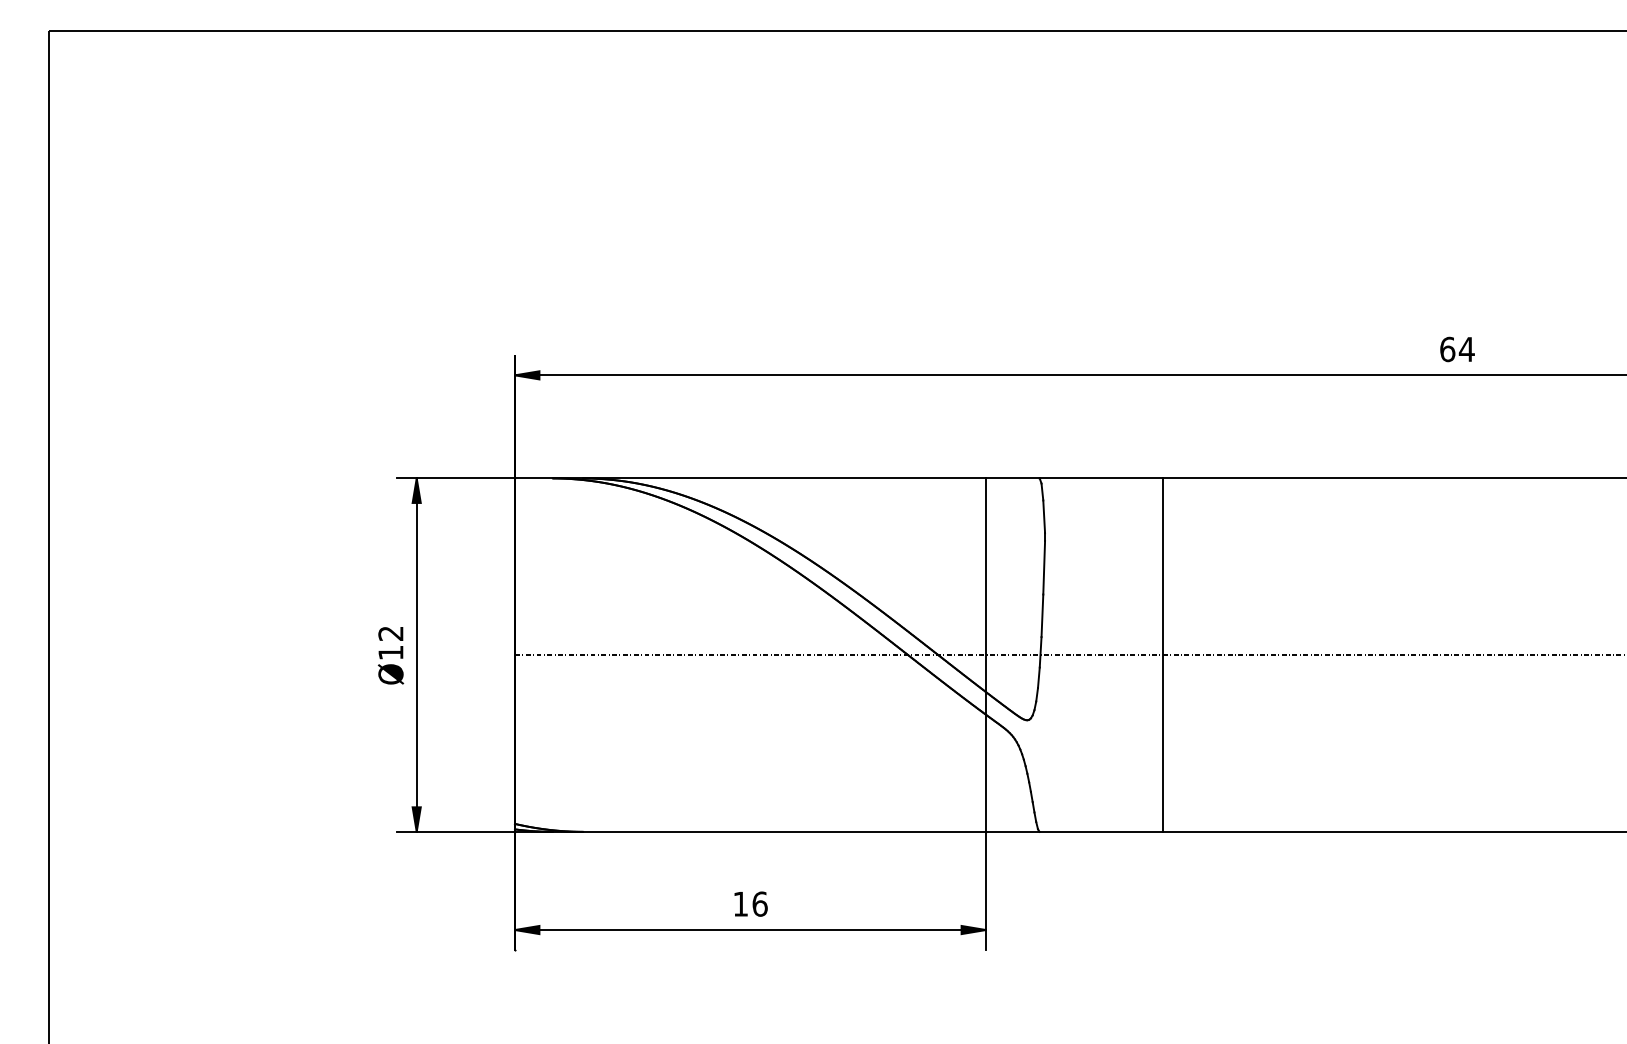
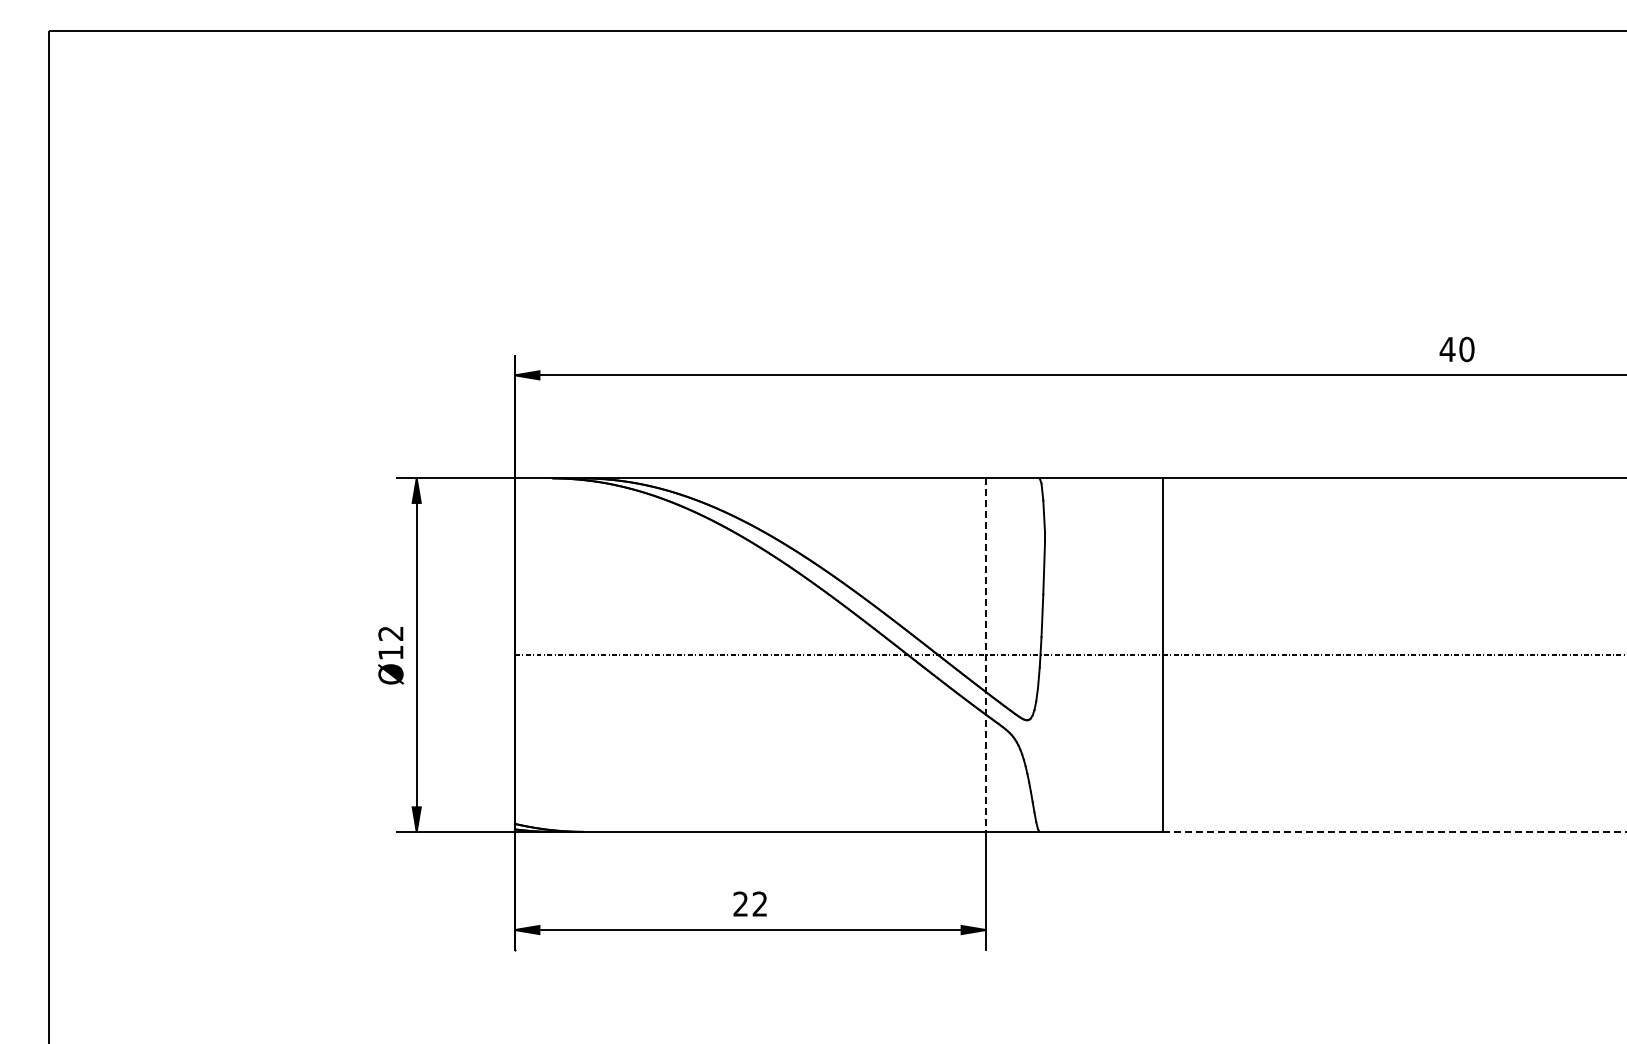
text at (1456, 349): 64 -> 40
line at (986, 655): solid -> dashed
line at (1394, 831): solid -> dashed
text at (750, 903): 16 -> 22
